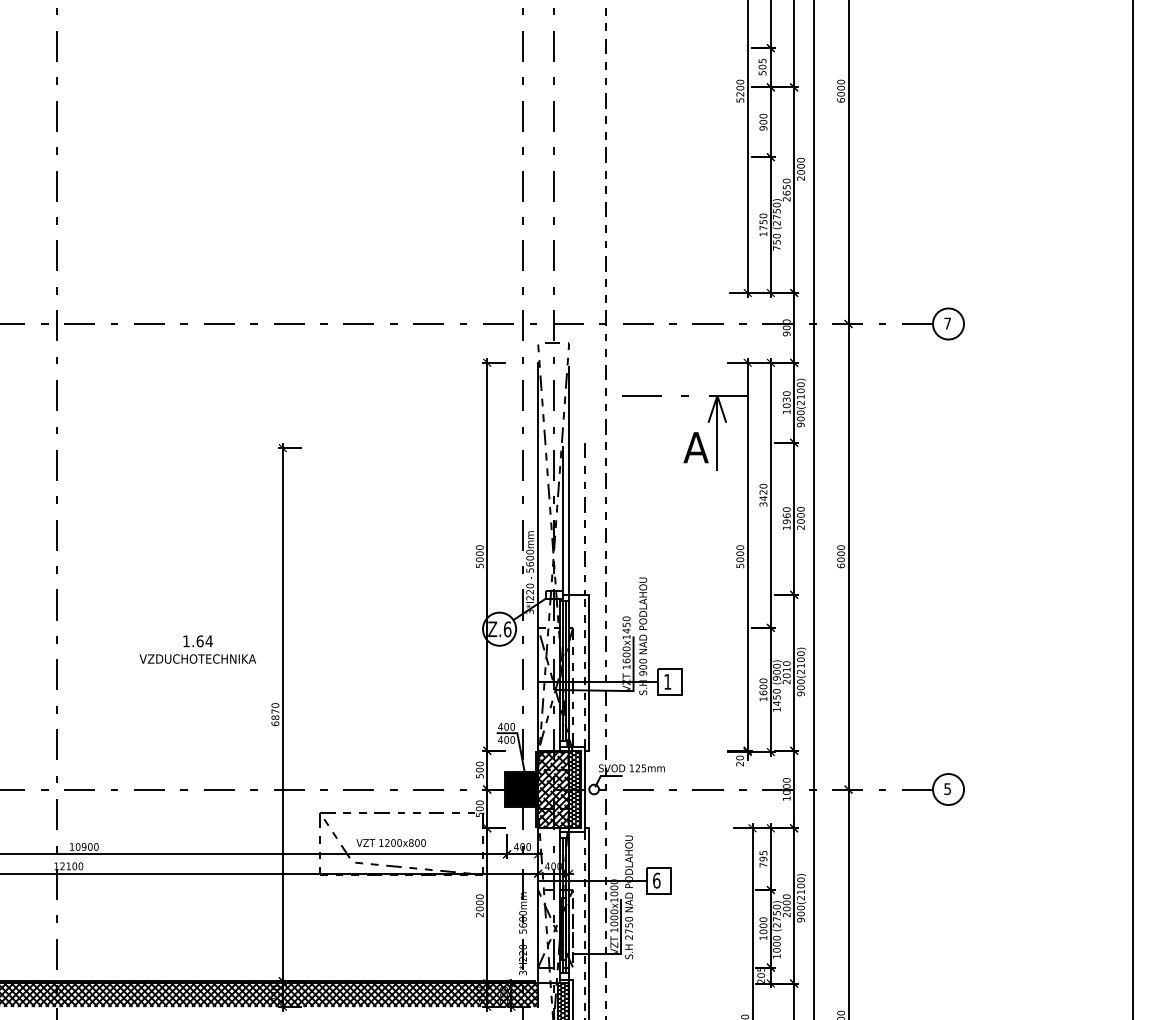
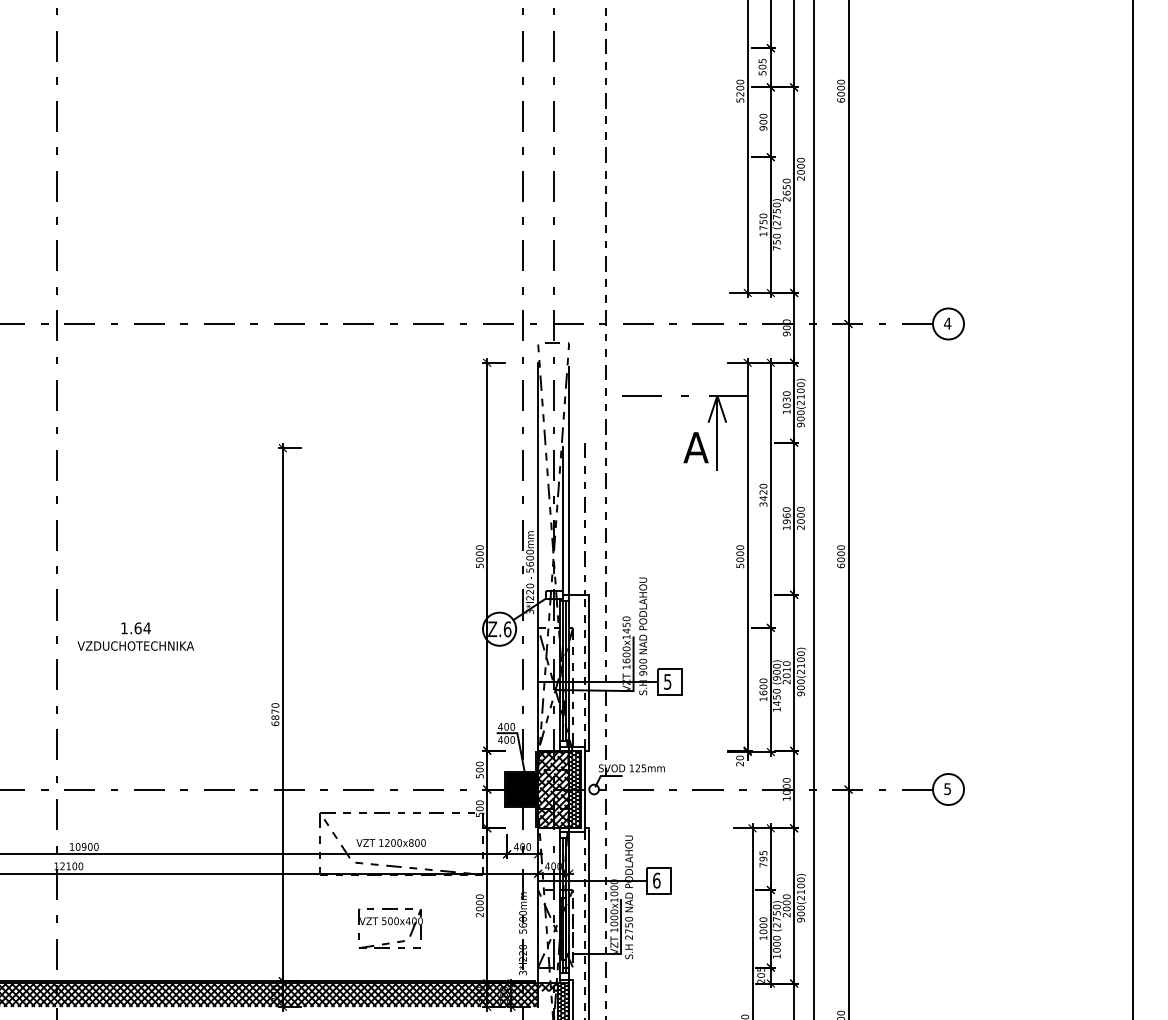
text at (947, 323): 7 -> 4
text at (197, 649) position: (197, 649) -> (135, 636)
text at (667, 681): 1 -> 5
part at (390, 928): none -> present
hatch at (547, 987): none -> present
